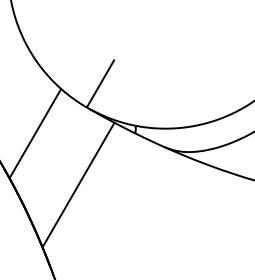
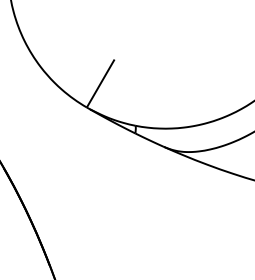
line at (35, 133): present -> none
line at (78, 184): present -> none
